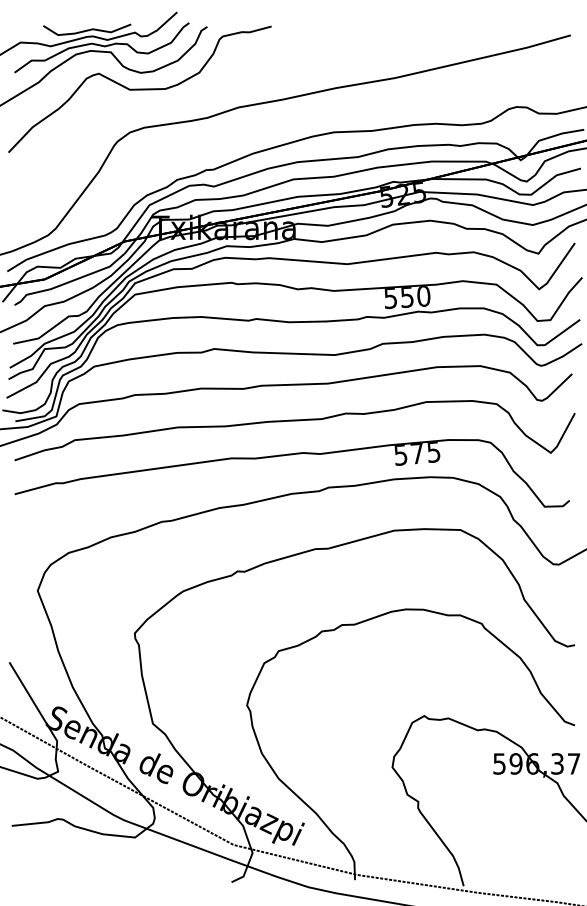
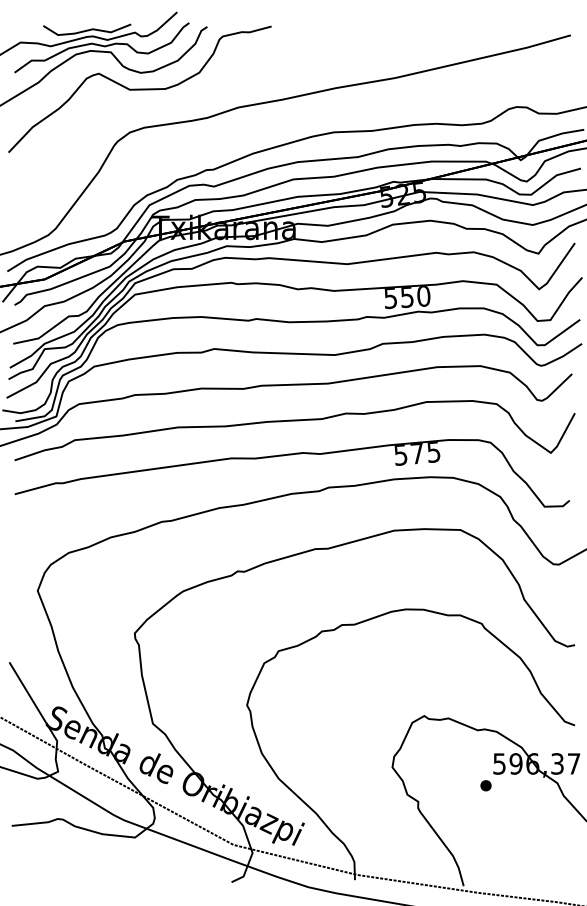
part at (485, 785): none -> present
